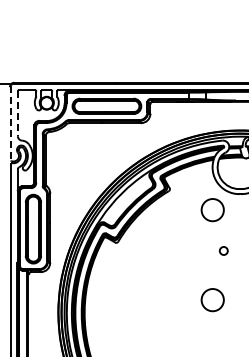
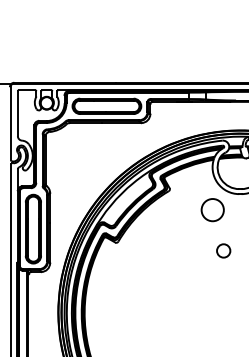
line at (17, 114): dashed -> solid
line at (11, 123): dashed -> solid
circle at (223, 250) size: 10x10 px -> 16x16 px
circle at (212, 300): present -> none
